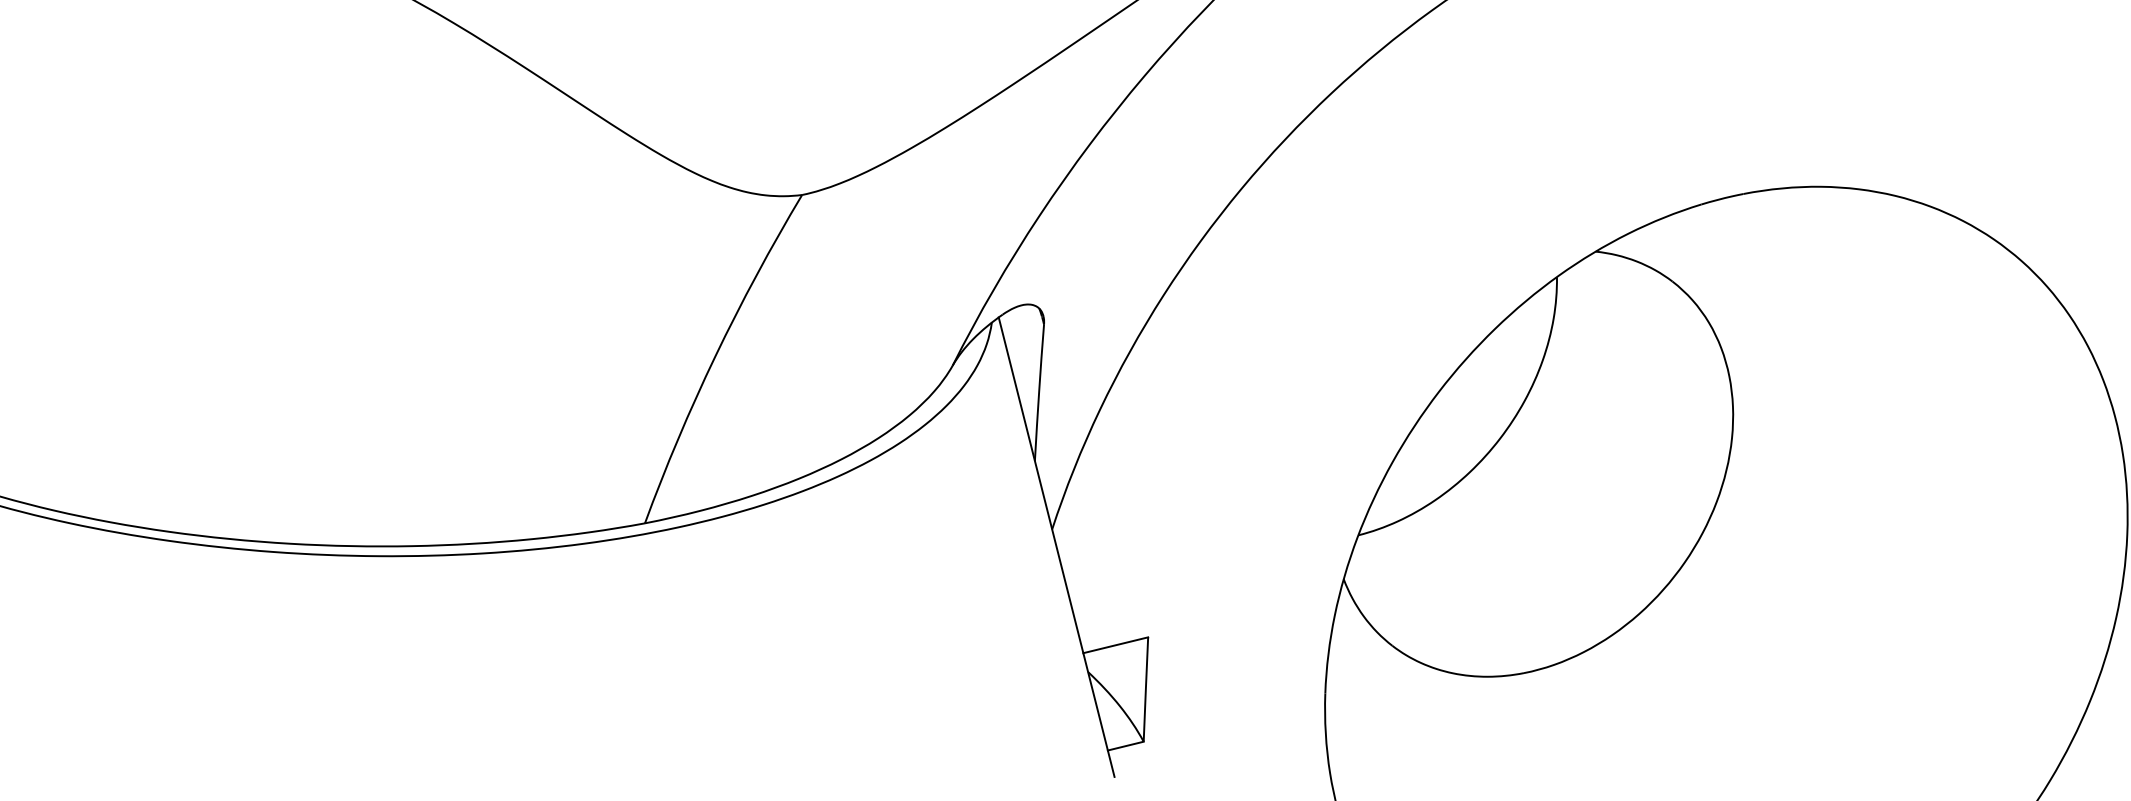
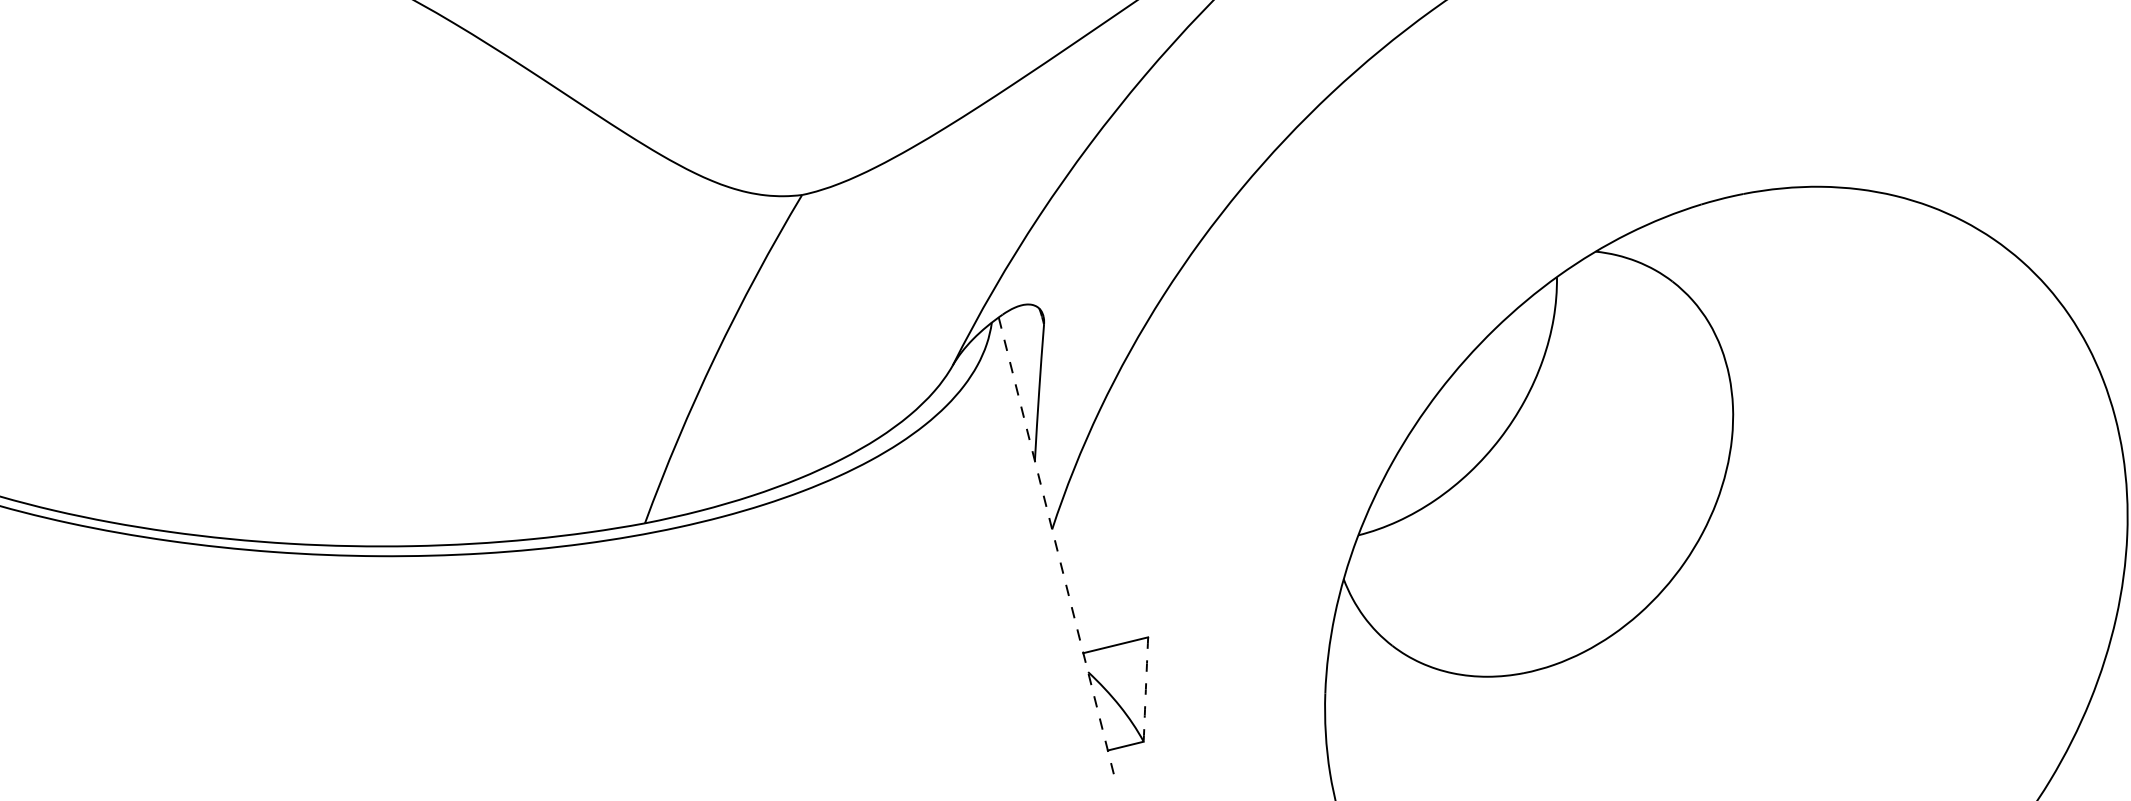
line at (1056, 547): solid -> dashed
arc at (1145, 689): solid -> dashed
